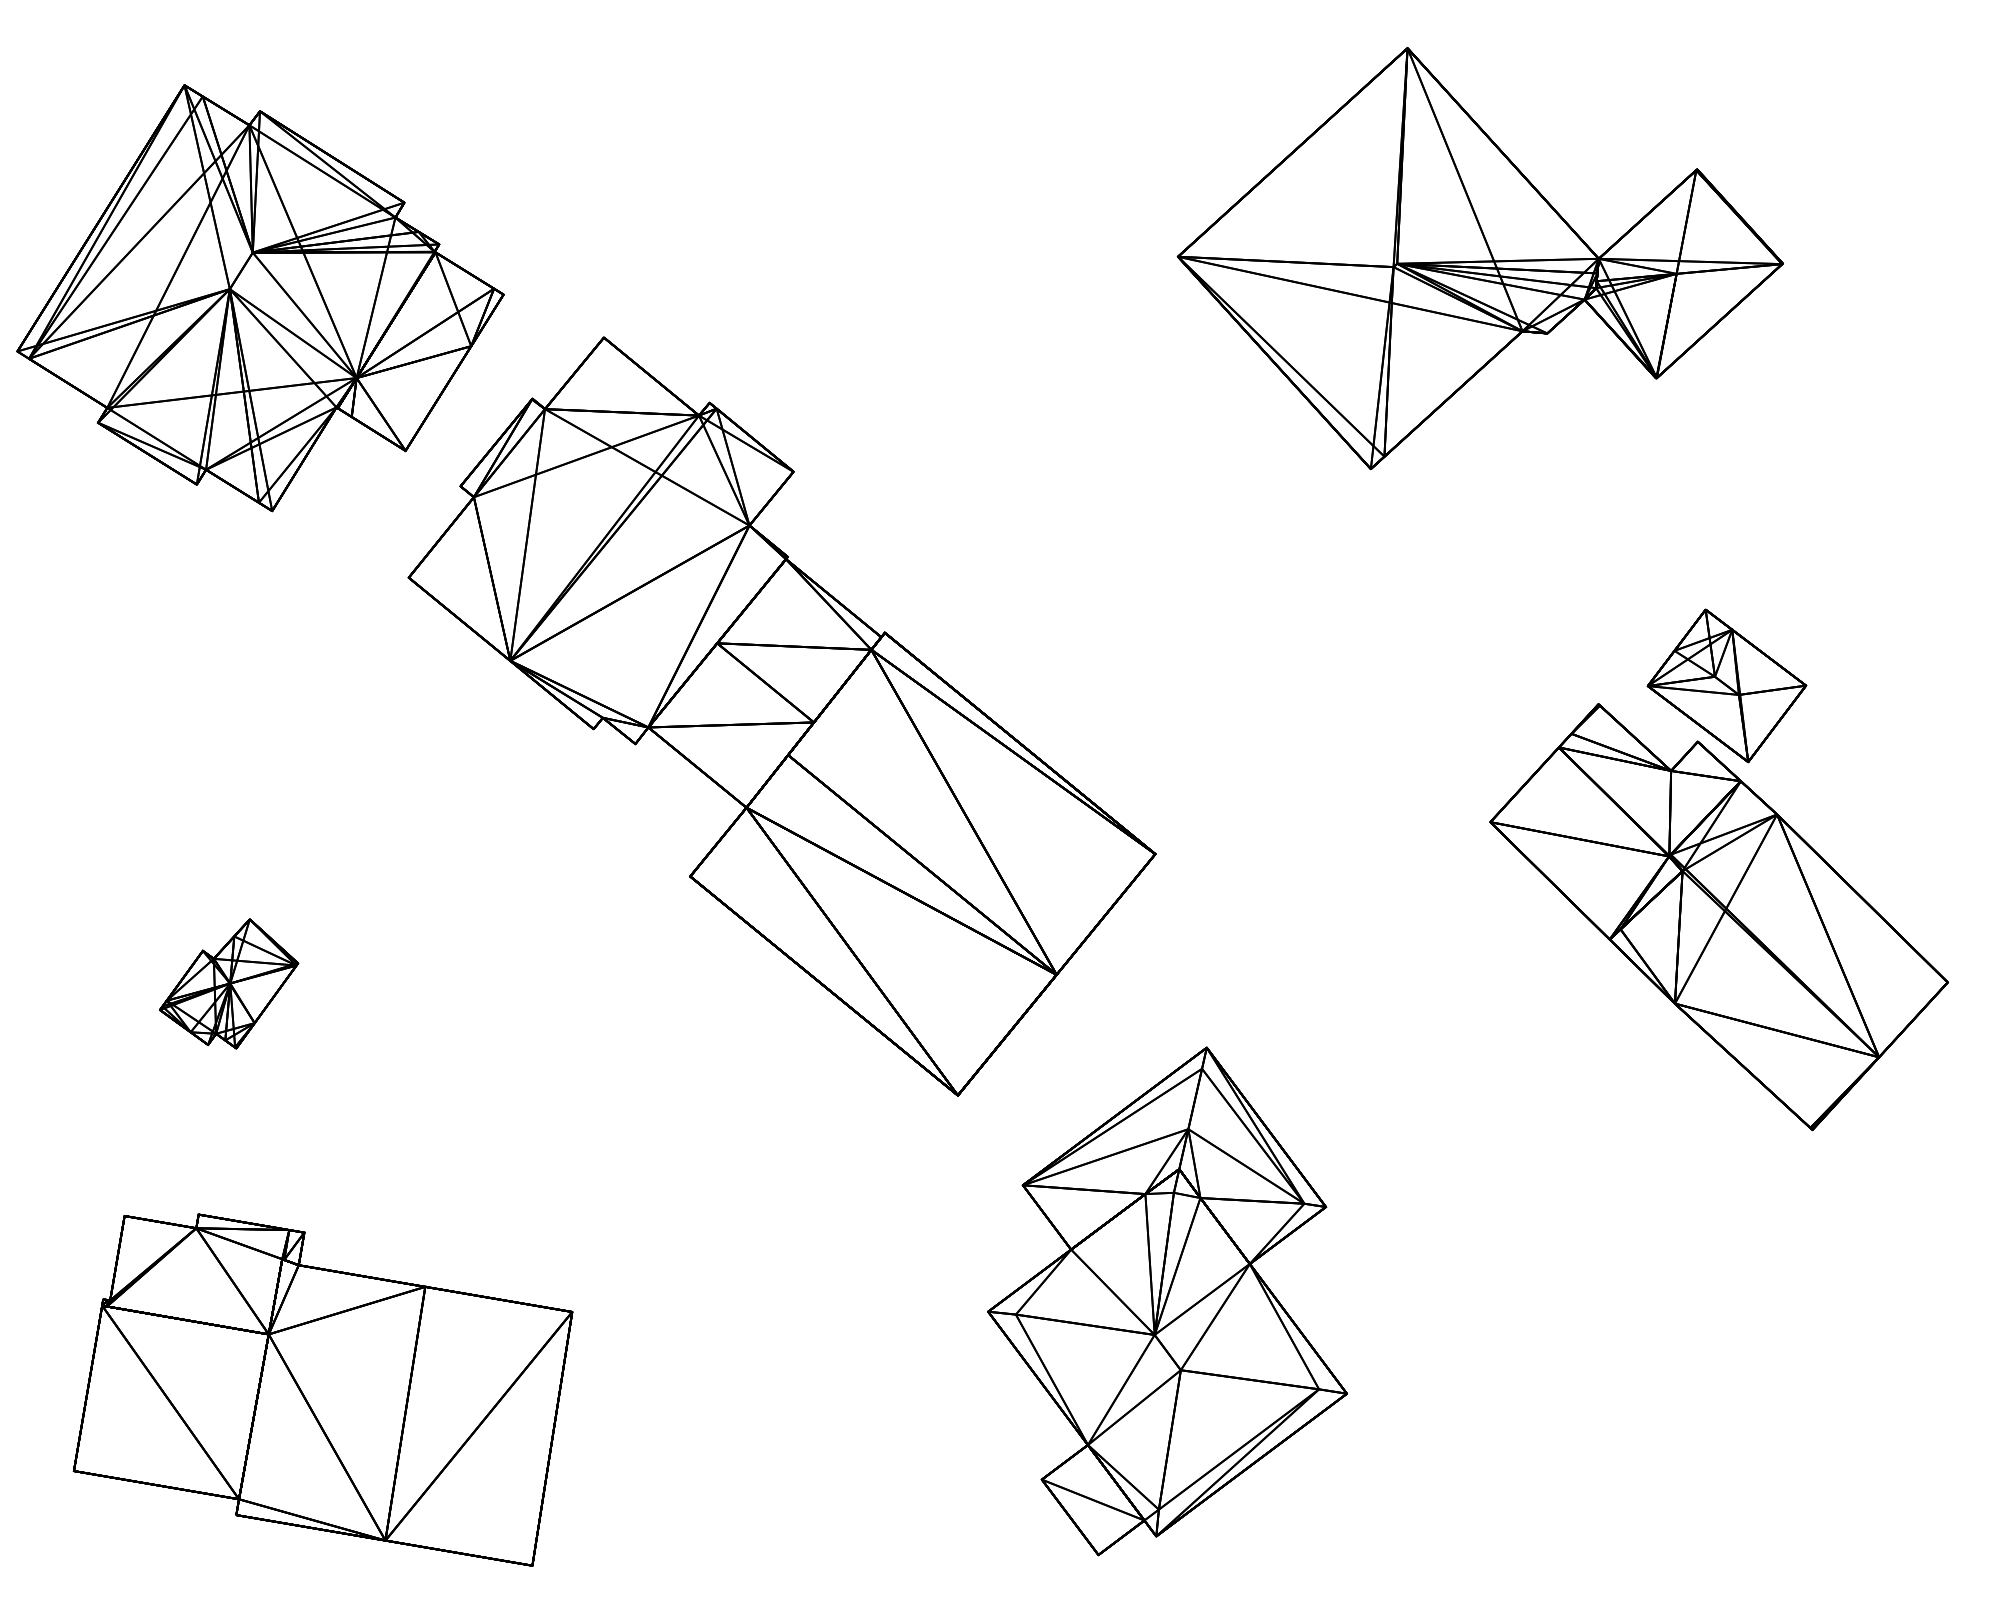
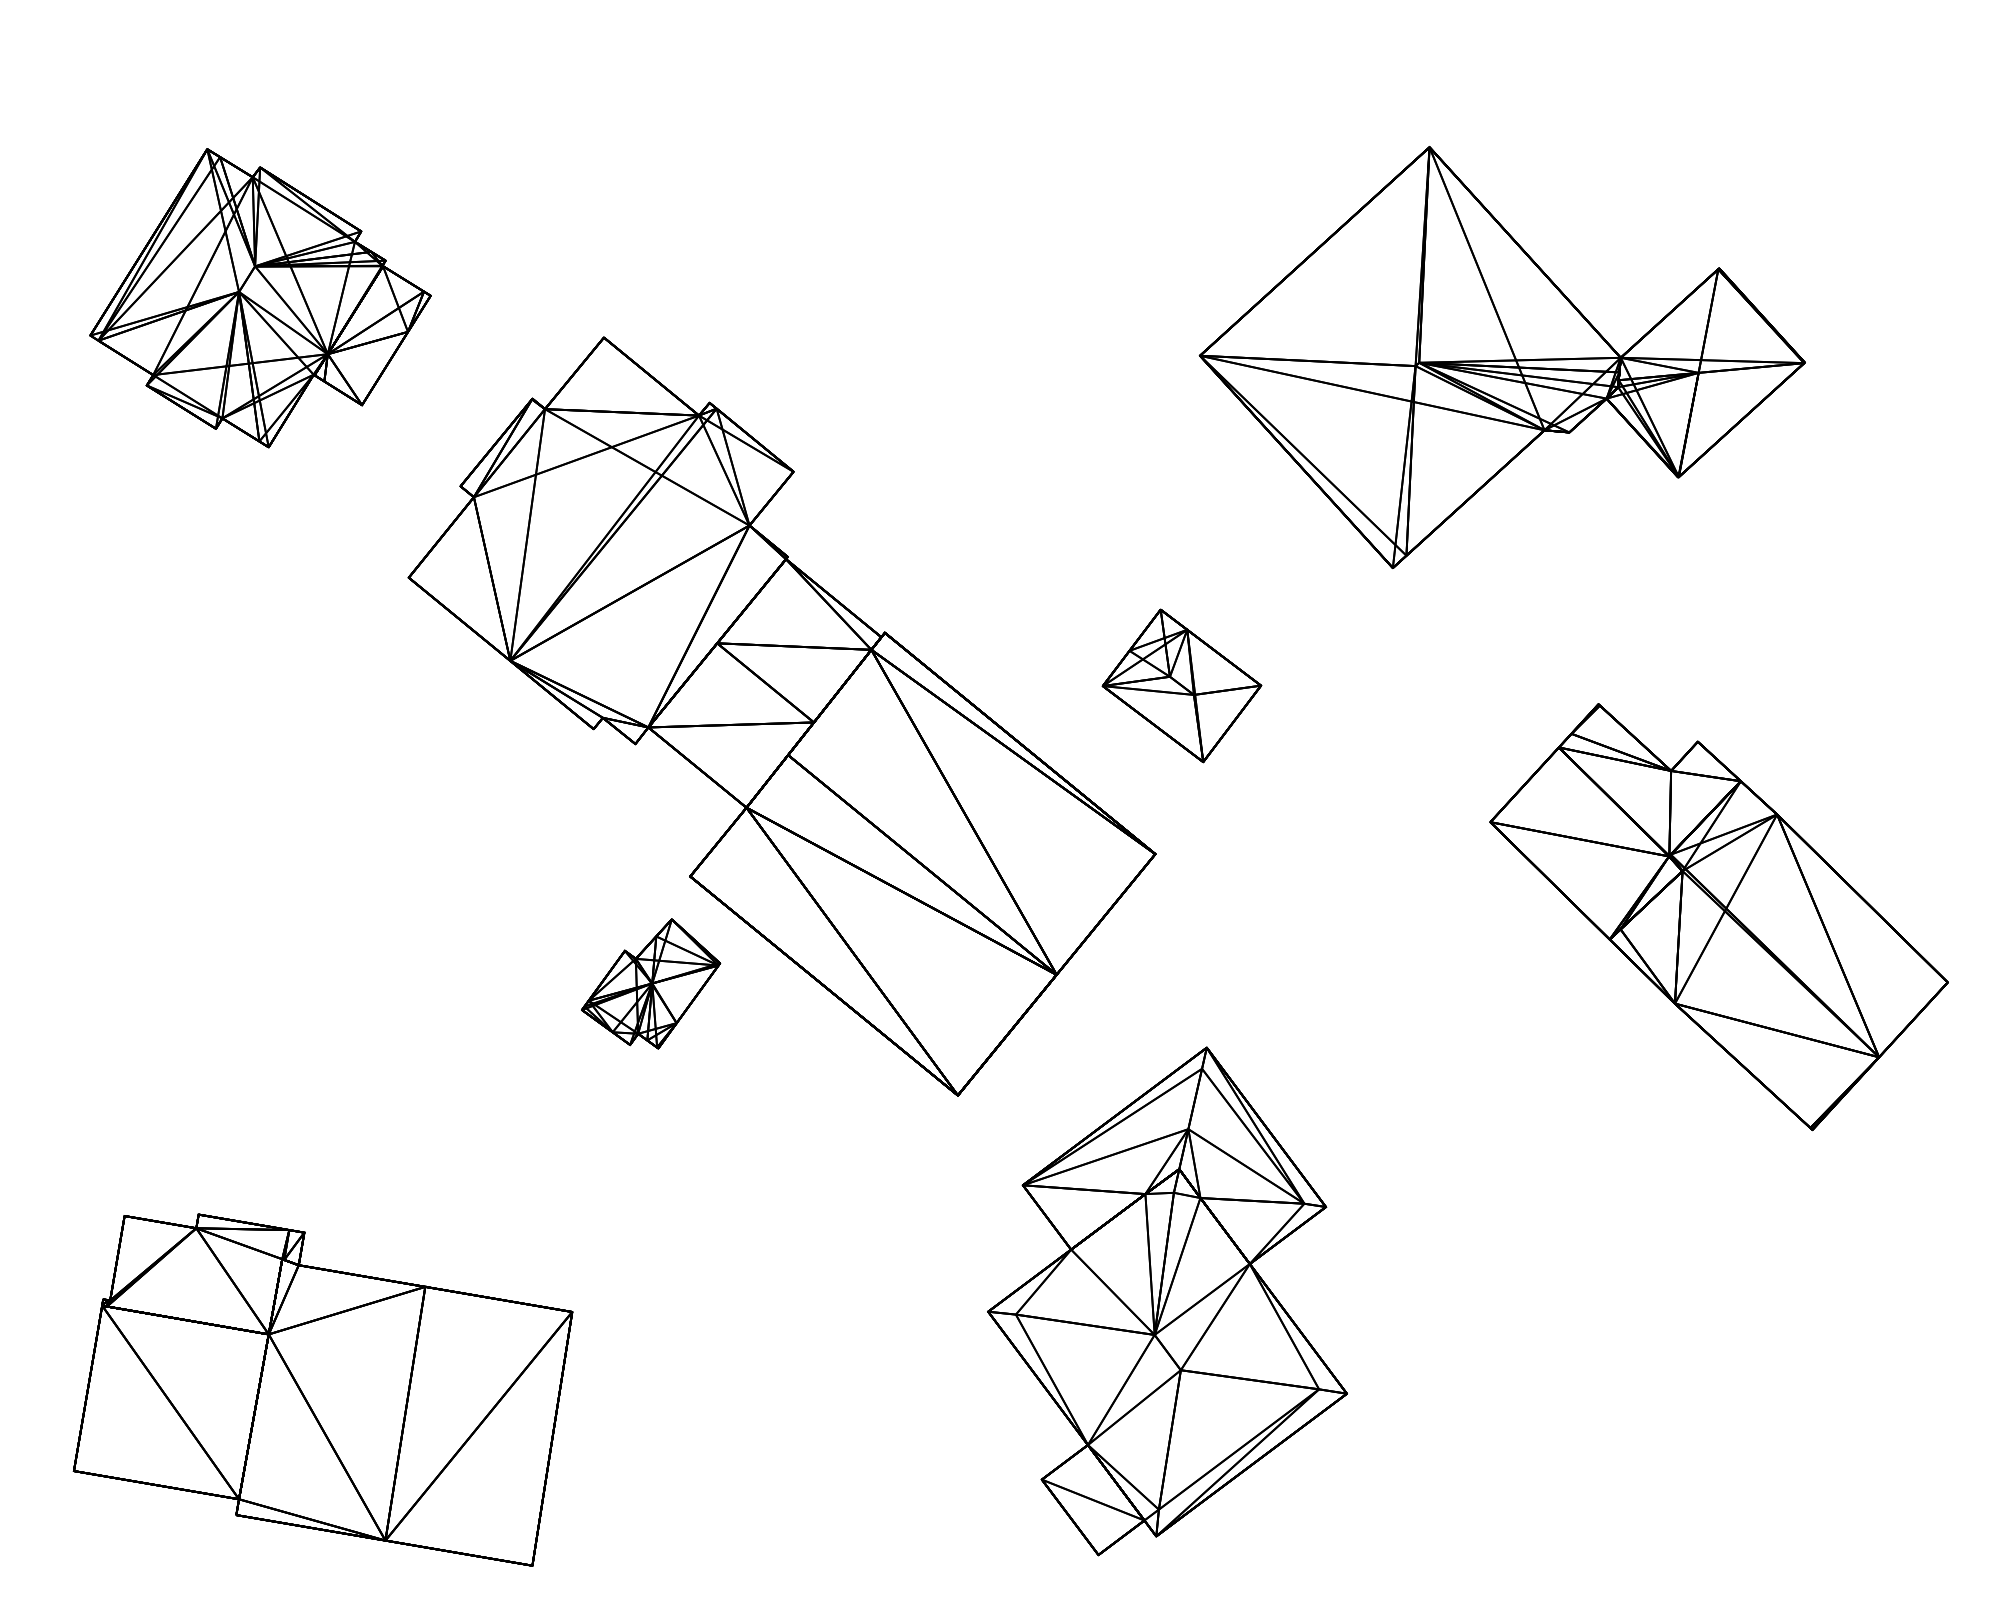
part at (1479, 258) position: (1479, 258) -> (1501, 357)
part at (260, 298) size: 489x429 px -> 343x301 px
part at (1726, 685) position: (1726, 685) -> (1181, 685)
part at (229, 983) position: (229, 983) -> (651, 983)
